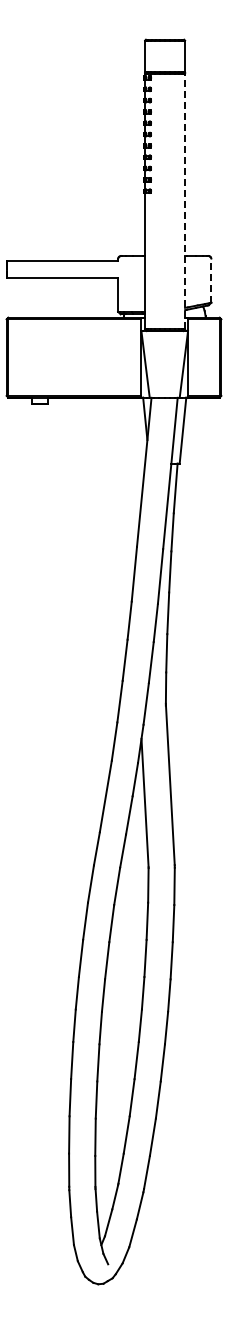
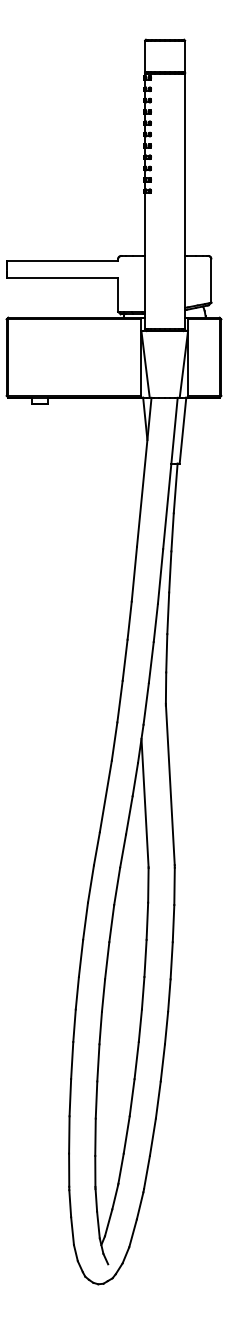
line at (185, 201): dashed -> solid
line at (211, 280): dashed -> solid
